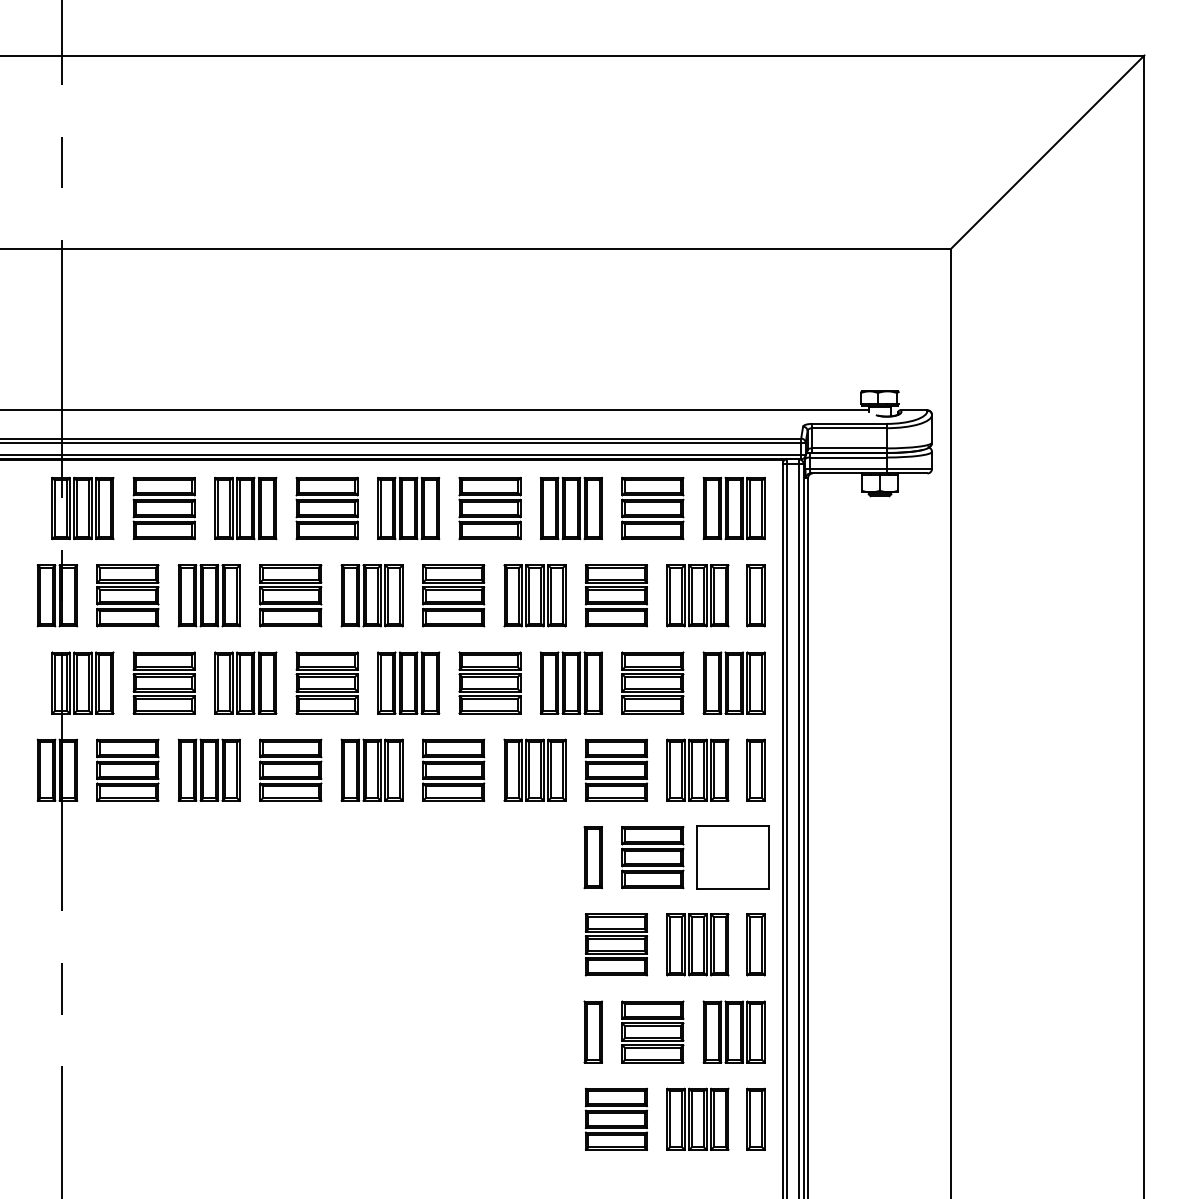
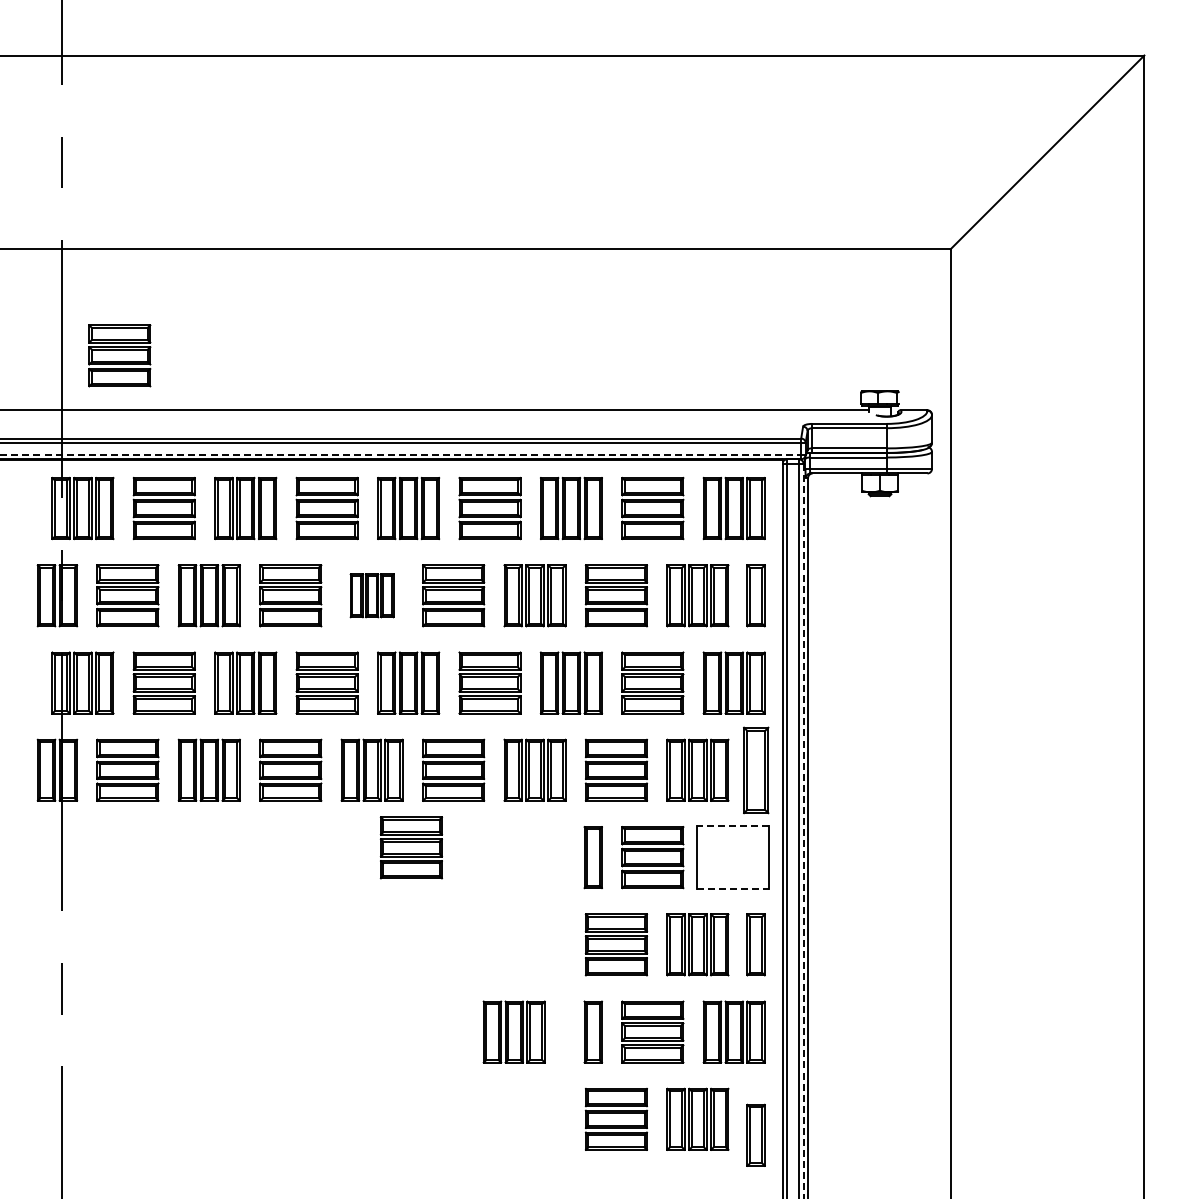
part at (119, 355): none -> present
line at (401, 454): solid -> dashed
part at (371, 595) size: 64x64 px -> 46x46 px
part at (755, 769) size: 20x64 px -> 27x89 px
line at (732, 825): solid -> dashed
line at (803, 831): solid -> dashed
part at (410, 847): none -> present
line at (733, 889): solid -> dashed
part at (513, 1031): none -> present
part at (755, 1118) position: (755, 1118) -> (755, 1134)
